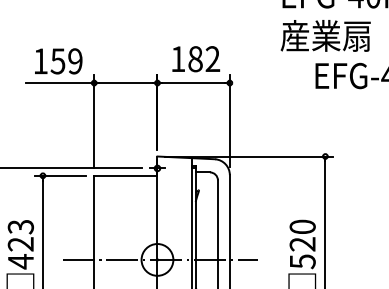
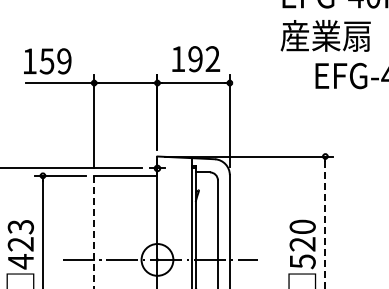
text at (195, 59): 182 -> 192
text at (58, 61) position: (58, 61) -> (47, 61)
line at (325, 225): solid -> dashed
line at (94, 232): solid -> dashed
